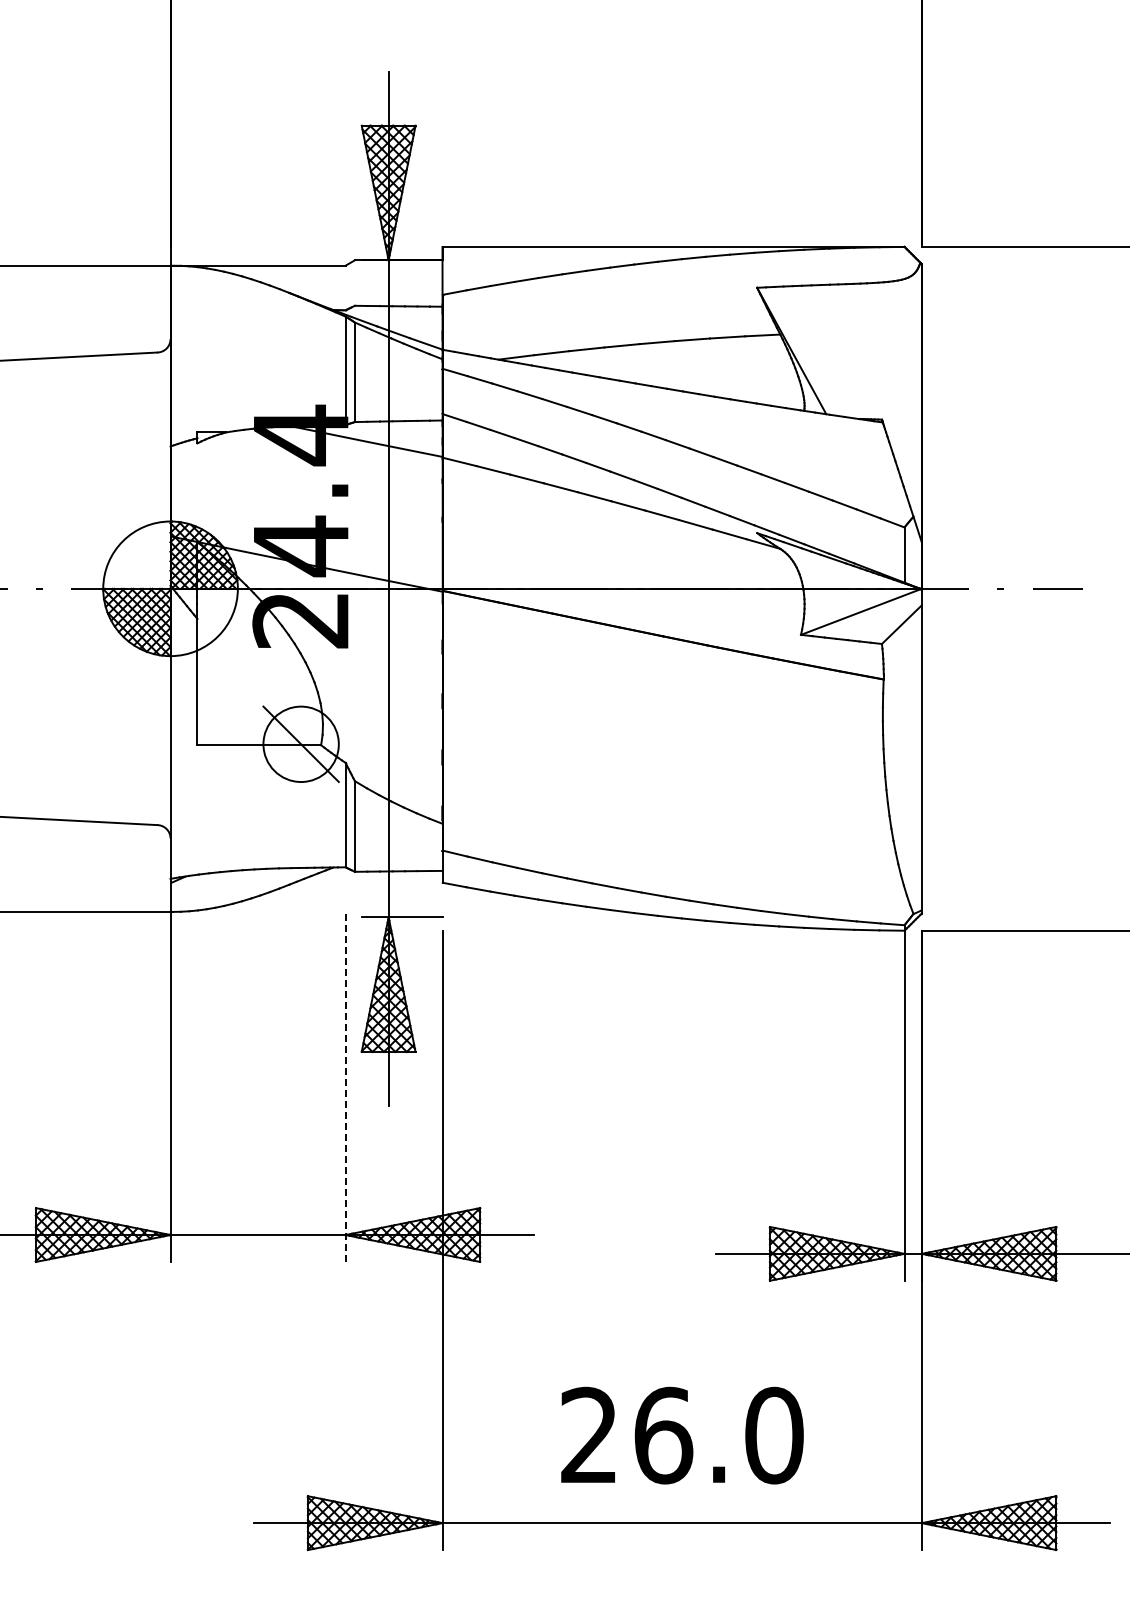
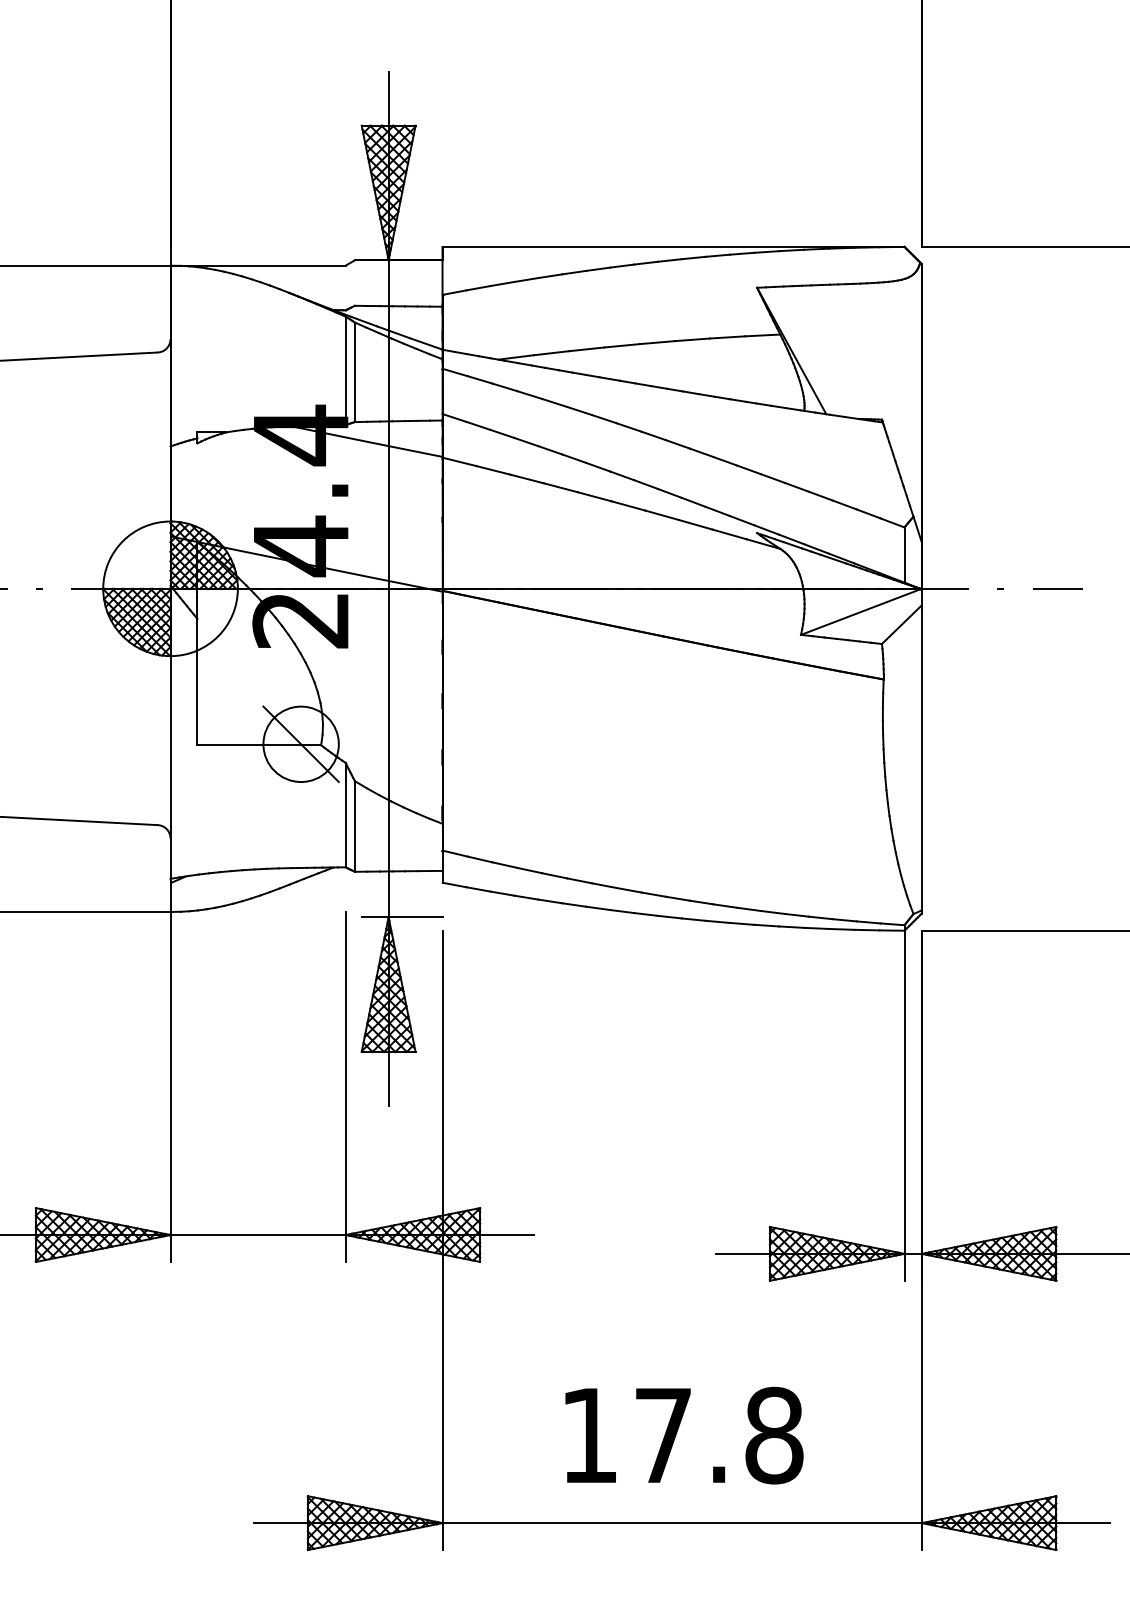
line at (345, 1086): dashed -> solid
text at (682, 1435): 26.0 -> 17.8
